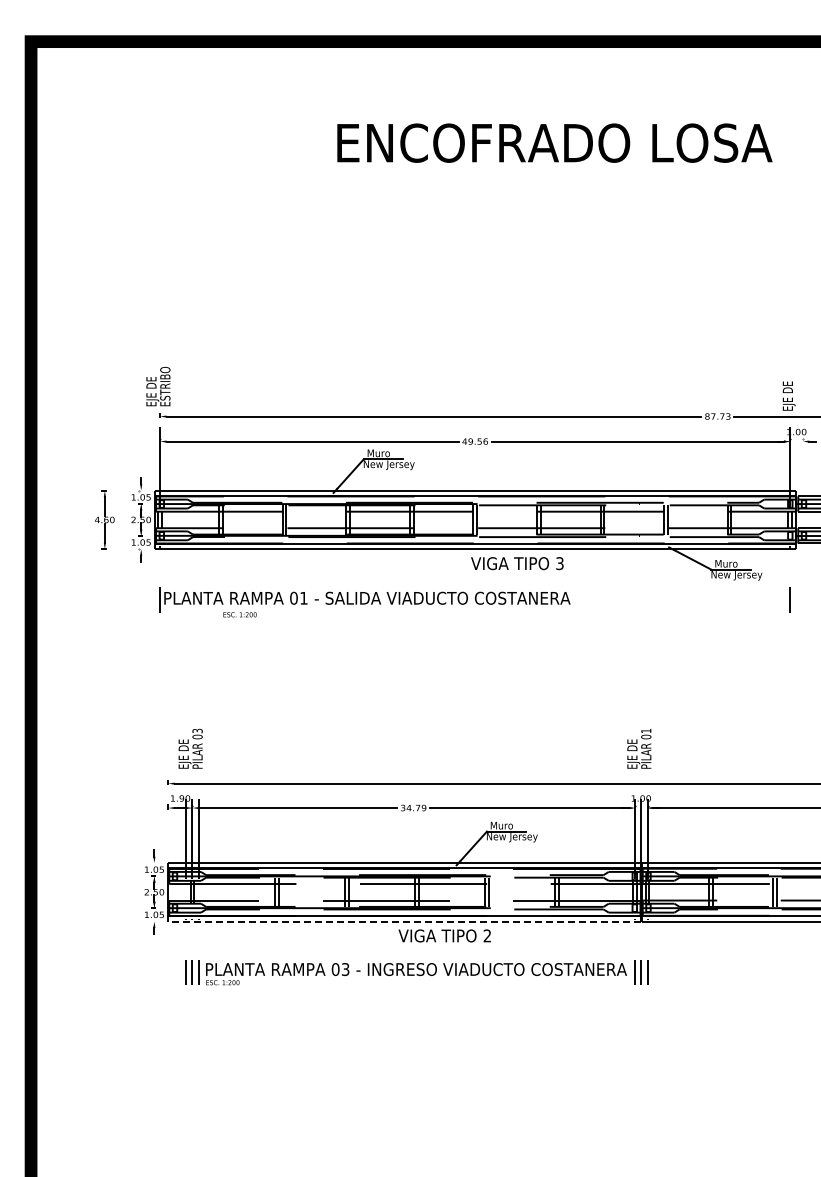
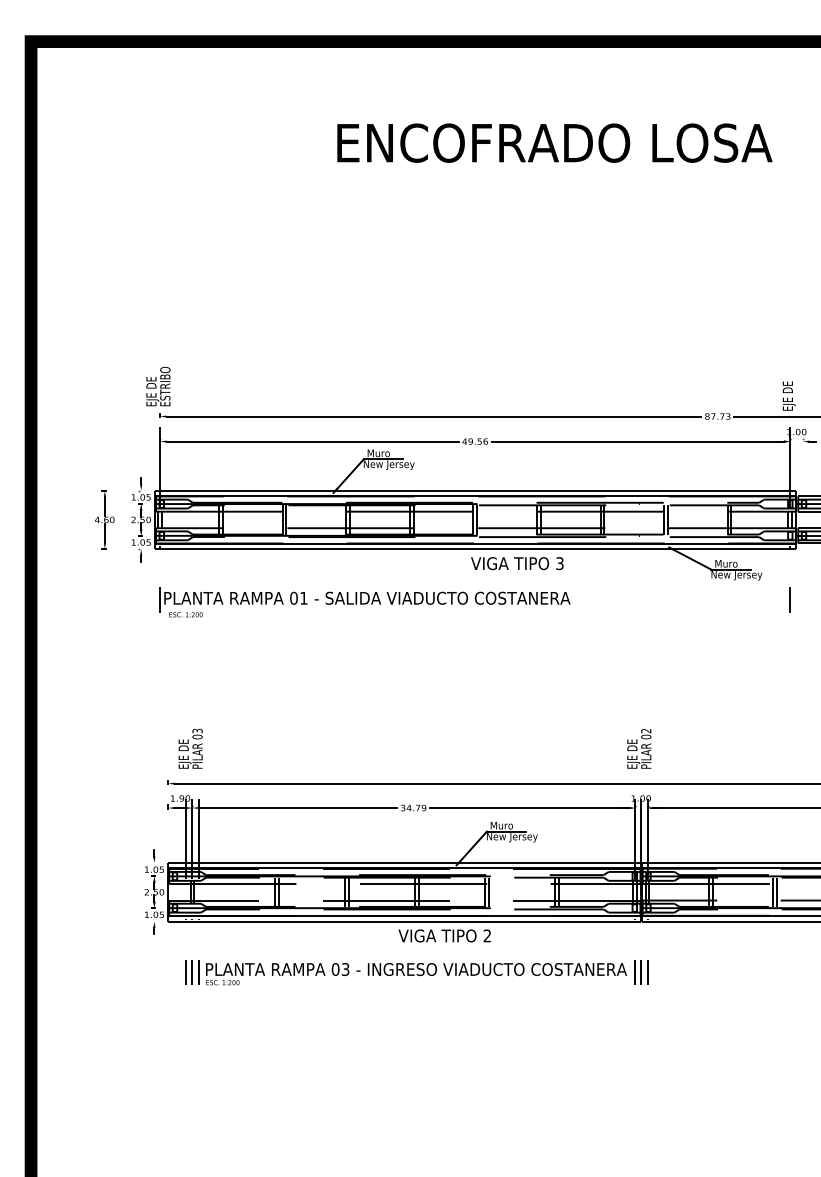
text at (239, 614) position: (239, 614) -> (185, 614)
text at (646, 731): 01 -> 02
line at (403, 921): dashed -> solid
